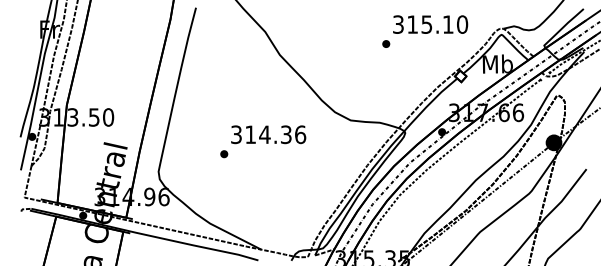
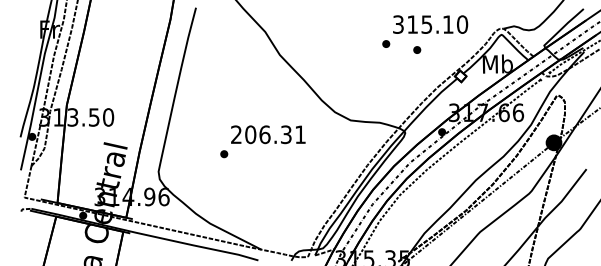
part at (417, 49): none -> present
text at (268, 134): 314.36 -> 206.31
